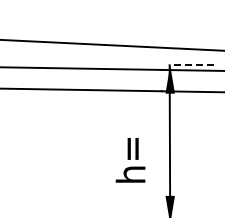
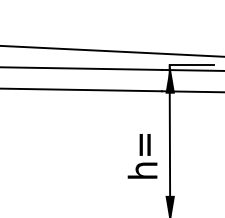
line at (111, 45) position: (111, 45) -> (111, 51)
line at (191, 65): dashed -> solid
text at (130, 160) position: (130, 160) -> (142, 156)
